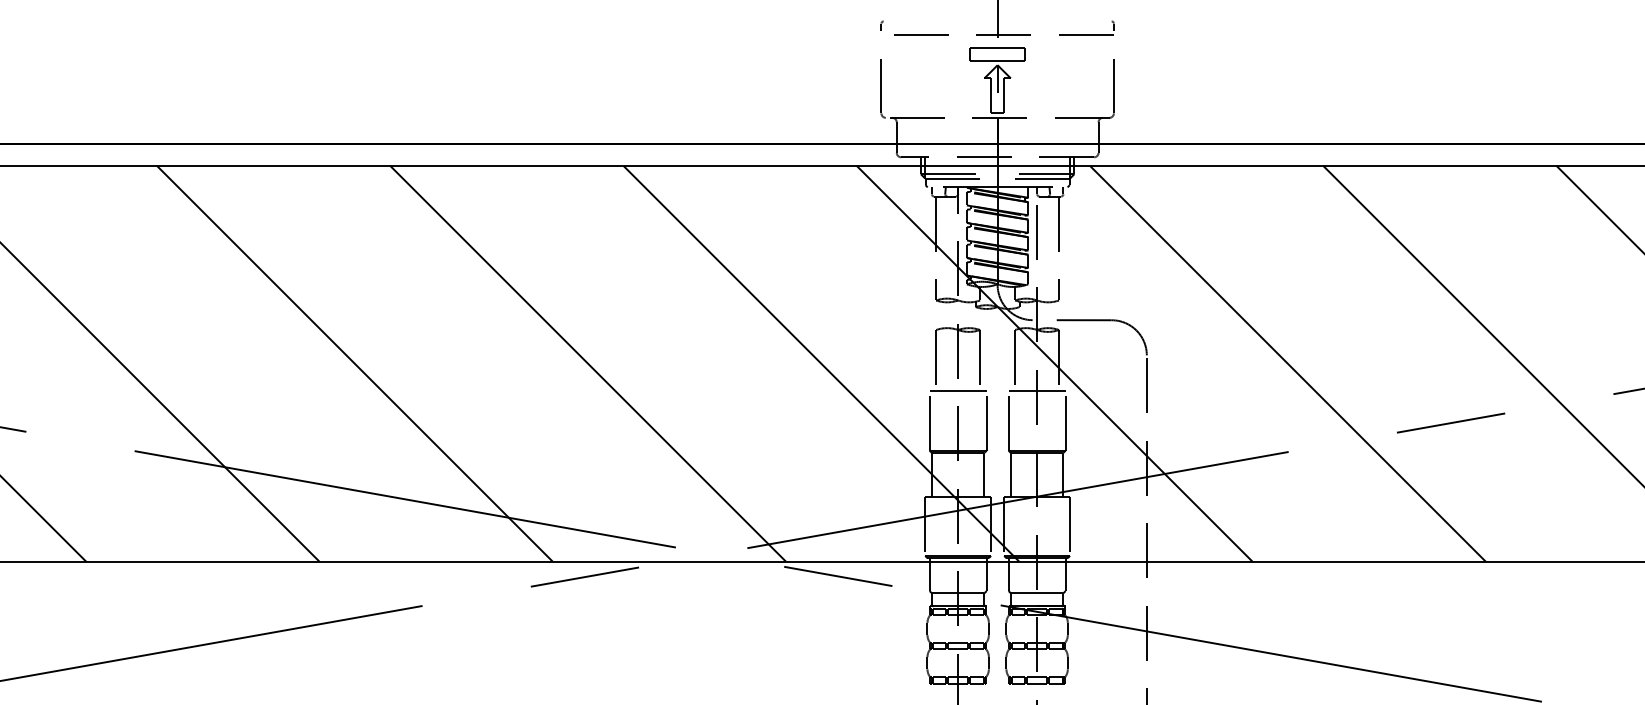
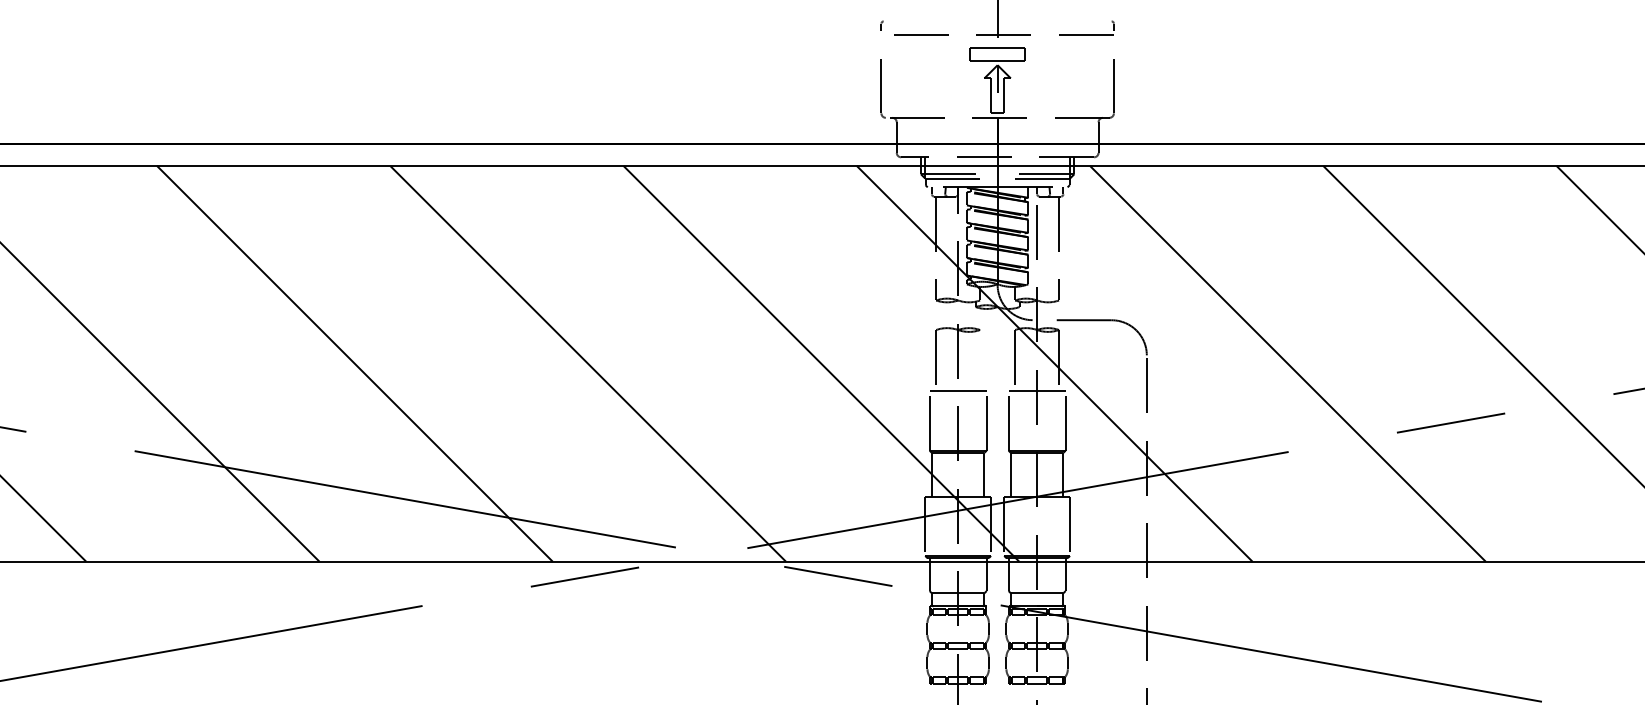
line at (980, 360): present -> none
